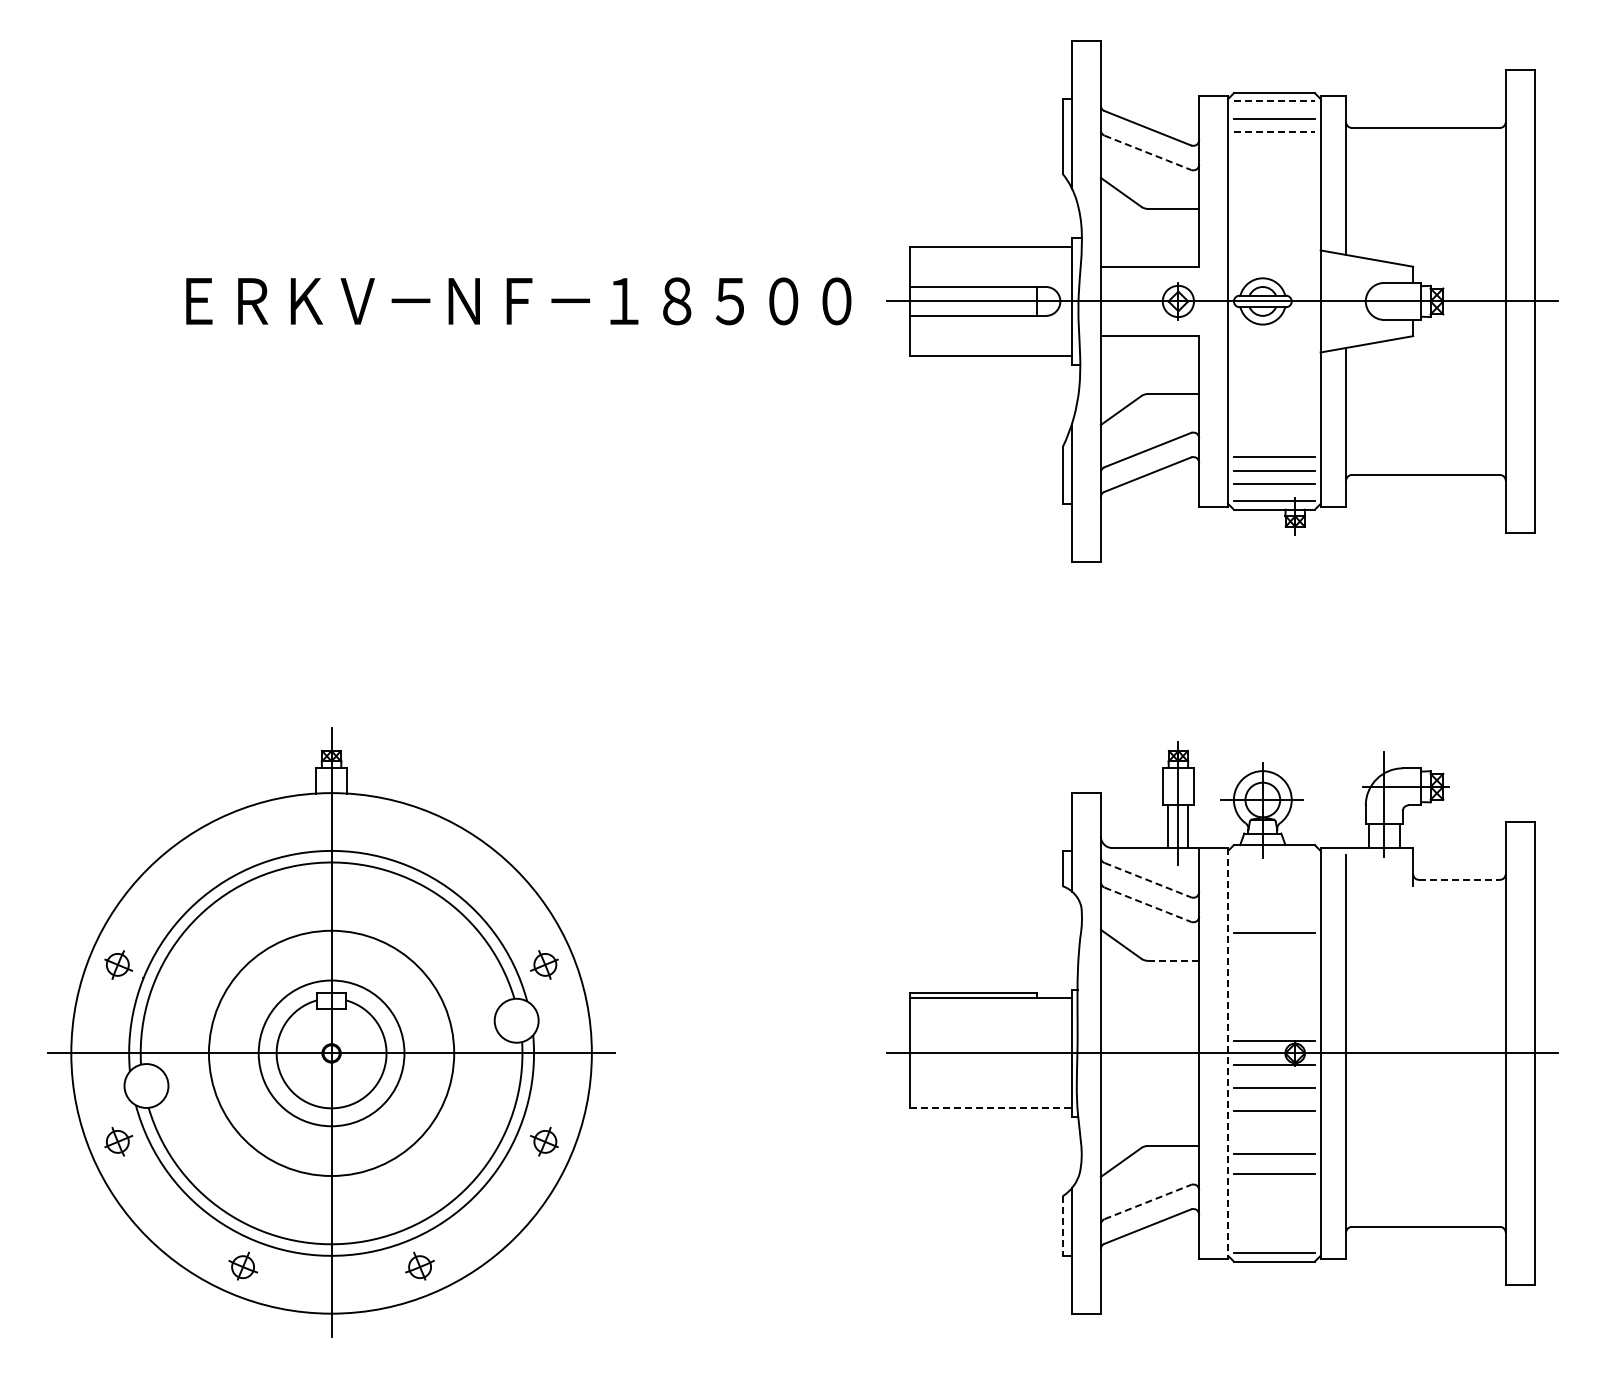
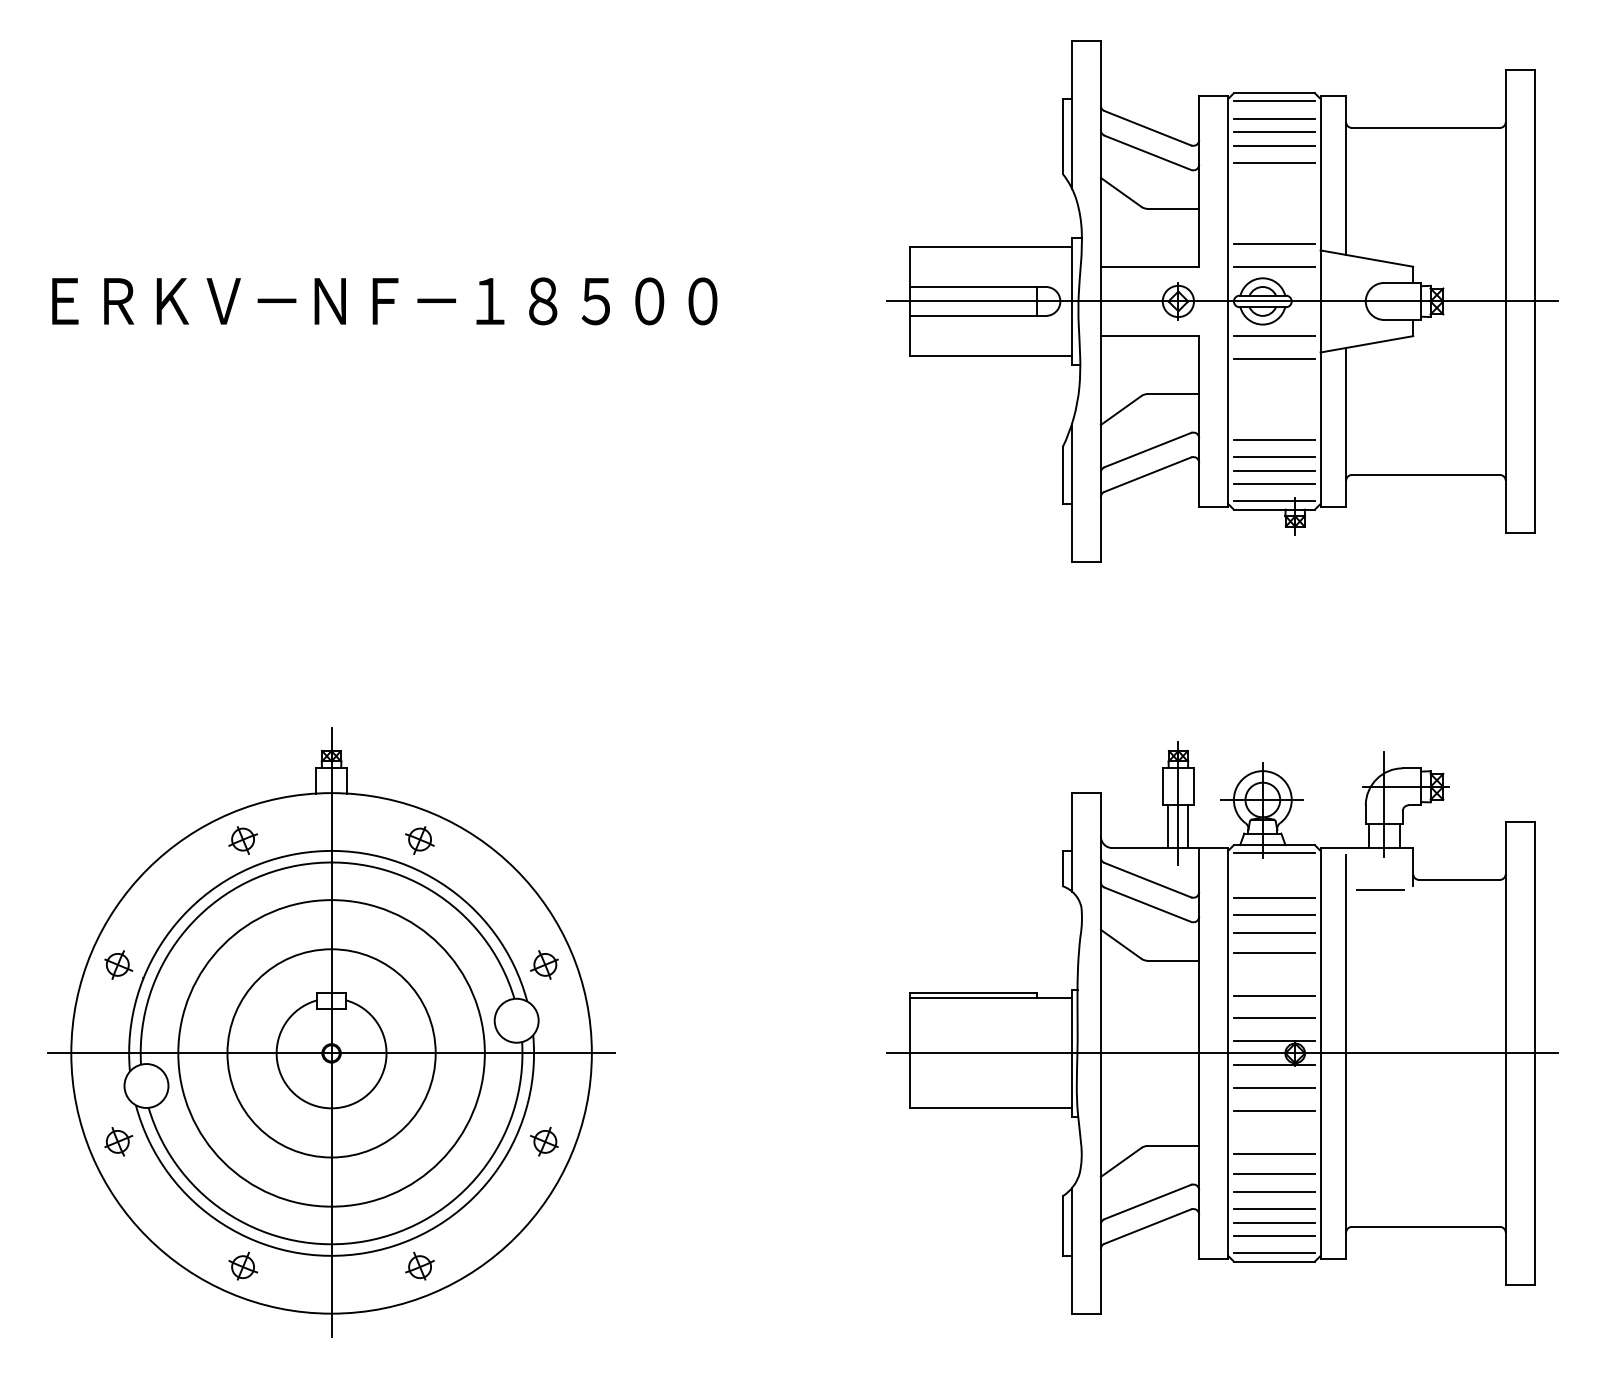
line at (1274, 101): dashed -> solid
line at (1274, 131): dashed -> solid
line at (1273, 145): none -> present
line at (1147, 152): dashed -> solid
line at (1273, 162): none -> present
line at (1273, 243): none -> present
line at (1273, 266): none -> present
text at (518, 301) position: (518, 301) -> (384, 301)
line at (1273, 336): none -> present
line at (1273, 359): none -> present
line at (1273, 439): none -> present
part at (242, 840): none -> present
part at (419, 840): none -> present
line at (1273, 853): none -> present
line at (1459, 879): dashed -> solid
line at (1147, 880): dashed -> solid
line at (1380, 889): none -> present
line at (1273, 897): none -> present
line at (1147, 904): dashed -> solid
line at (1273, 914): none -> present
line at (1273, 952): none -> present
line at (1173, 960): dashed -> solid
line at (1273, 995): none -> present
line at (1273, 1018): none -> present
circle at (331, 1053) diameter: 146 px -> 208 px
circle at (331, 1053) diameter: 245 px -> 307 px
line at (1228, 1053): dashed -> solid
line at (990, 1108): dashed -> solid
line at (1273, 1191): none -> present
line at (1147, 1201): dashed -> solid
line at (1273, 1208): none -> present
line at (1273, 1223): none -> present
line at (1062, 1226): dashed -> solid
line at (1273, 1235): none -> present
